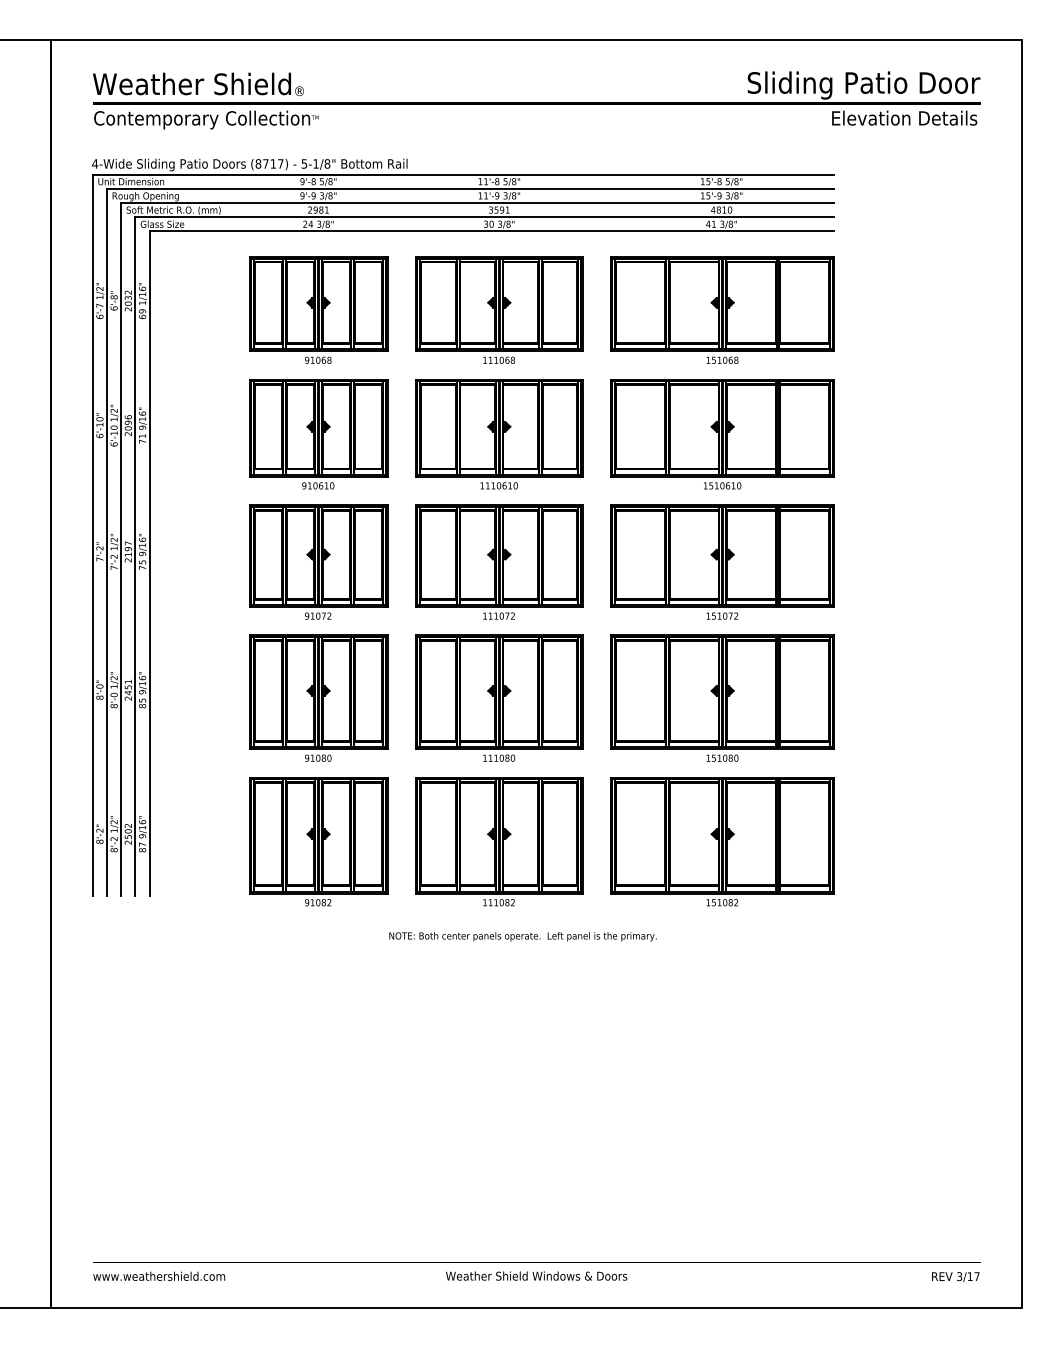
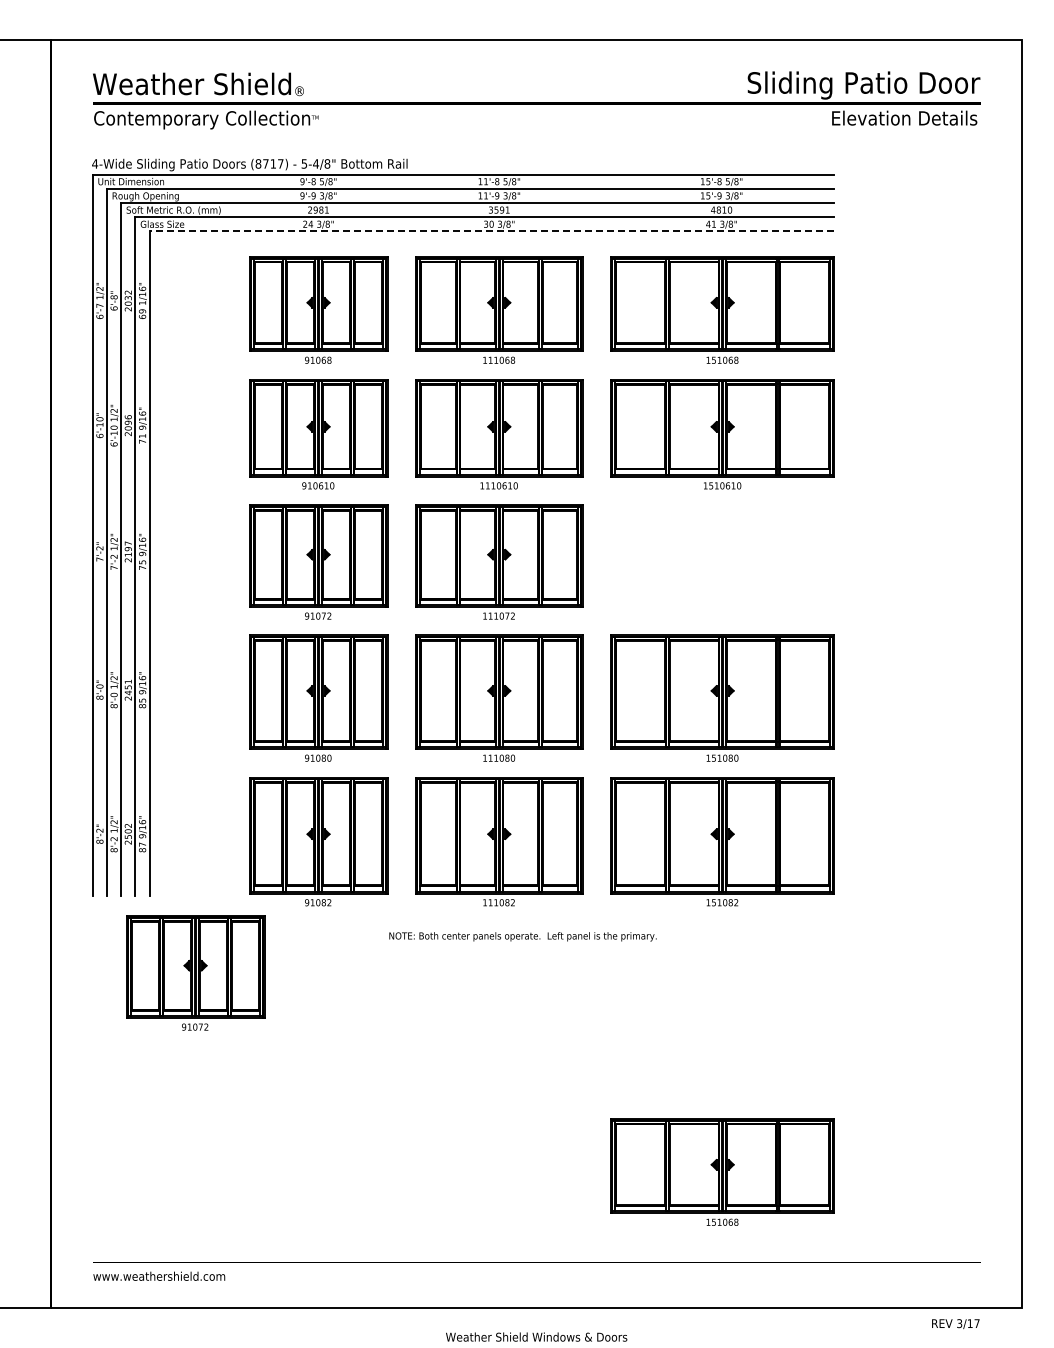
text at (316, 163): 5-1/8" -> 5-4/8"
line at (491, 231): solid -> dashed
part at (722, 561): present -> none
part at (195, 972): none -> present
part at (722, 1171): none -> present
text at (536, 1275) position: (536, 1275) -> (536, 1336)
text at (955, 1277) position: (955, 1277) -> (955, 1324)
